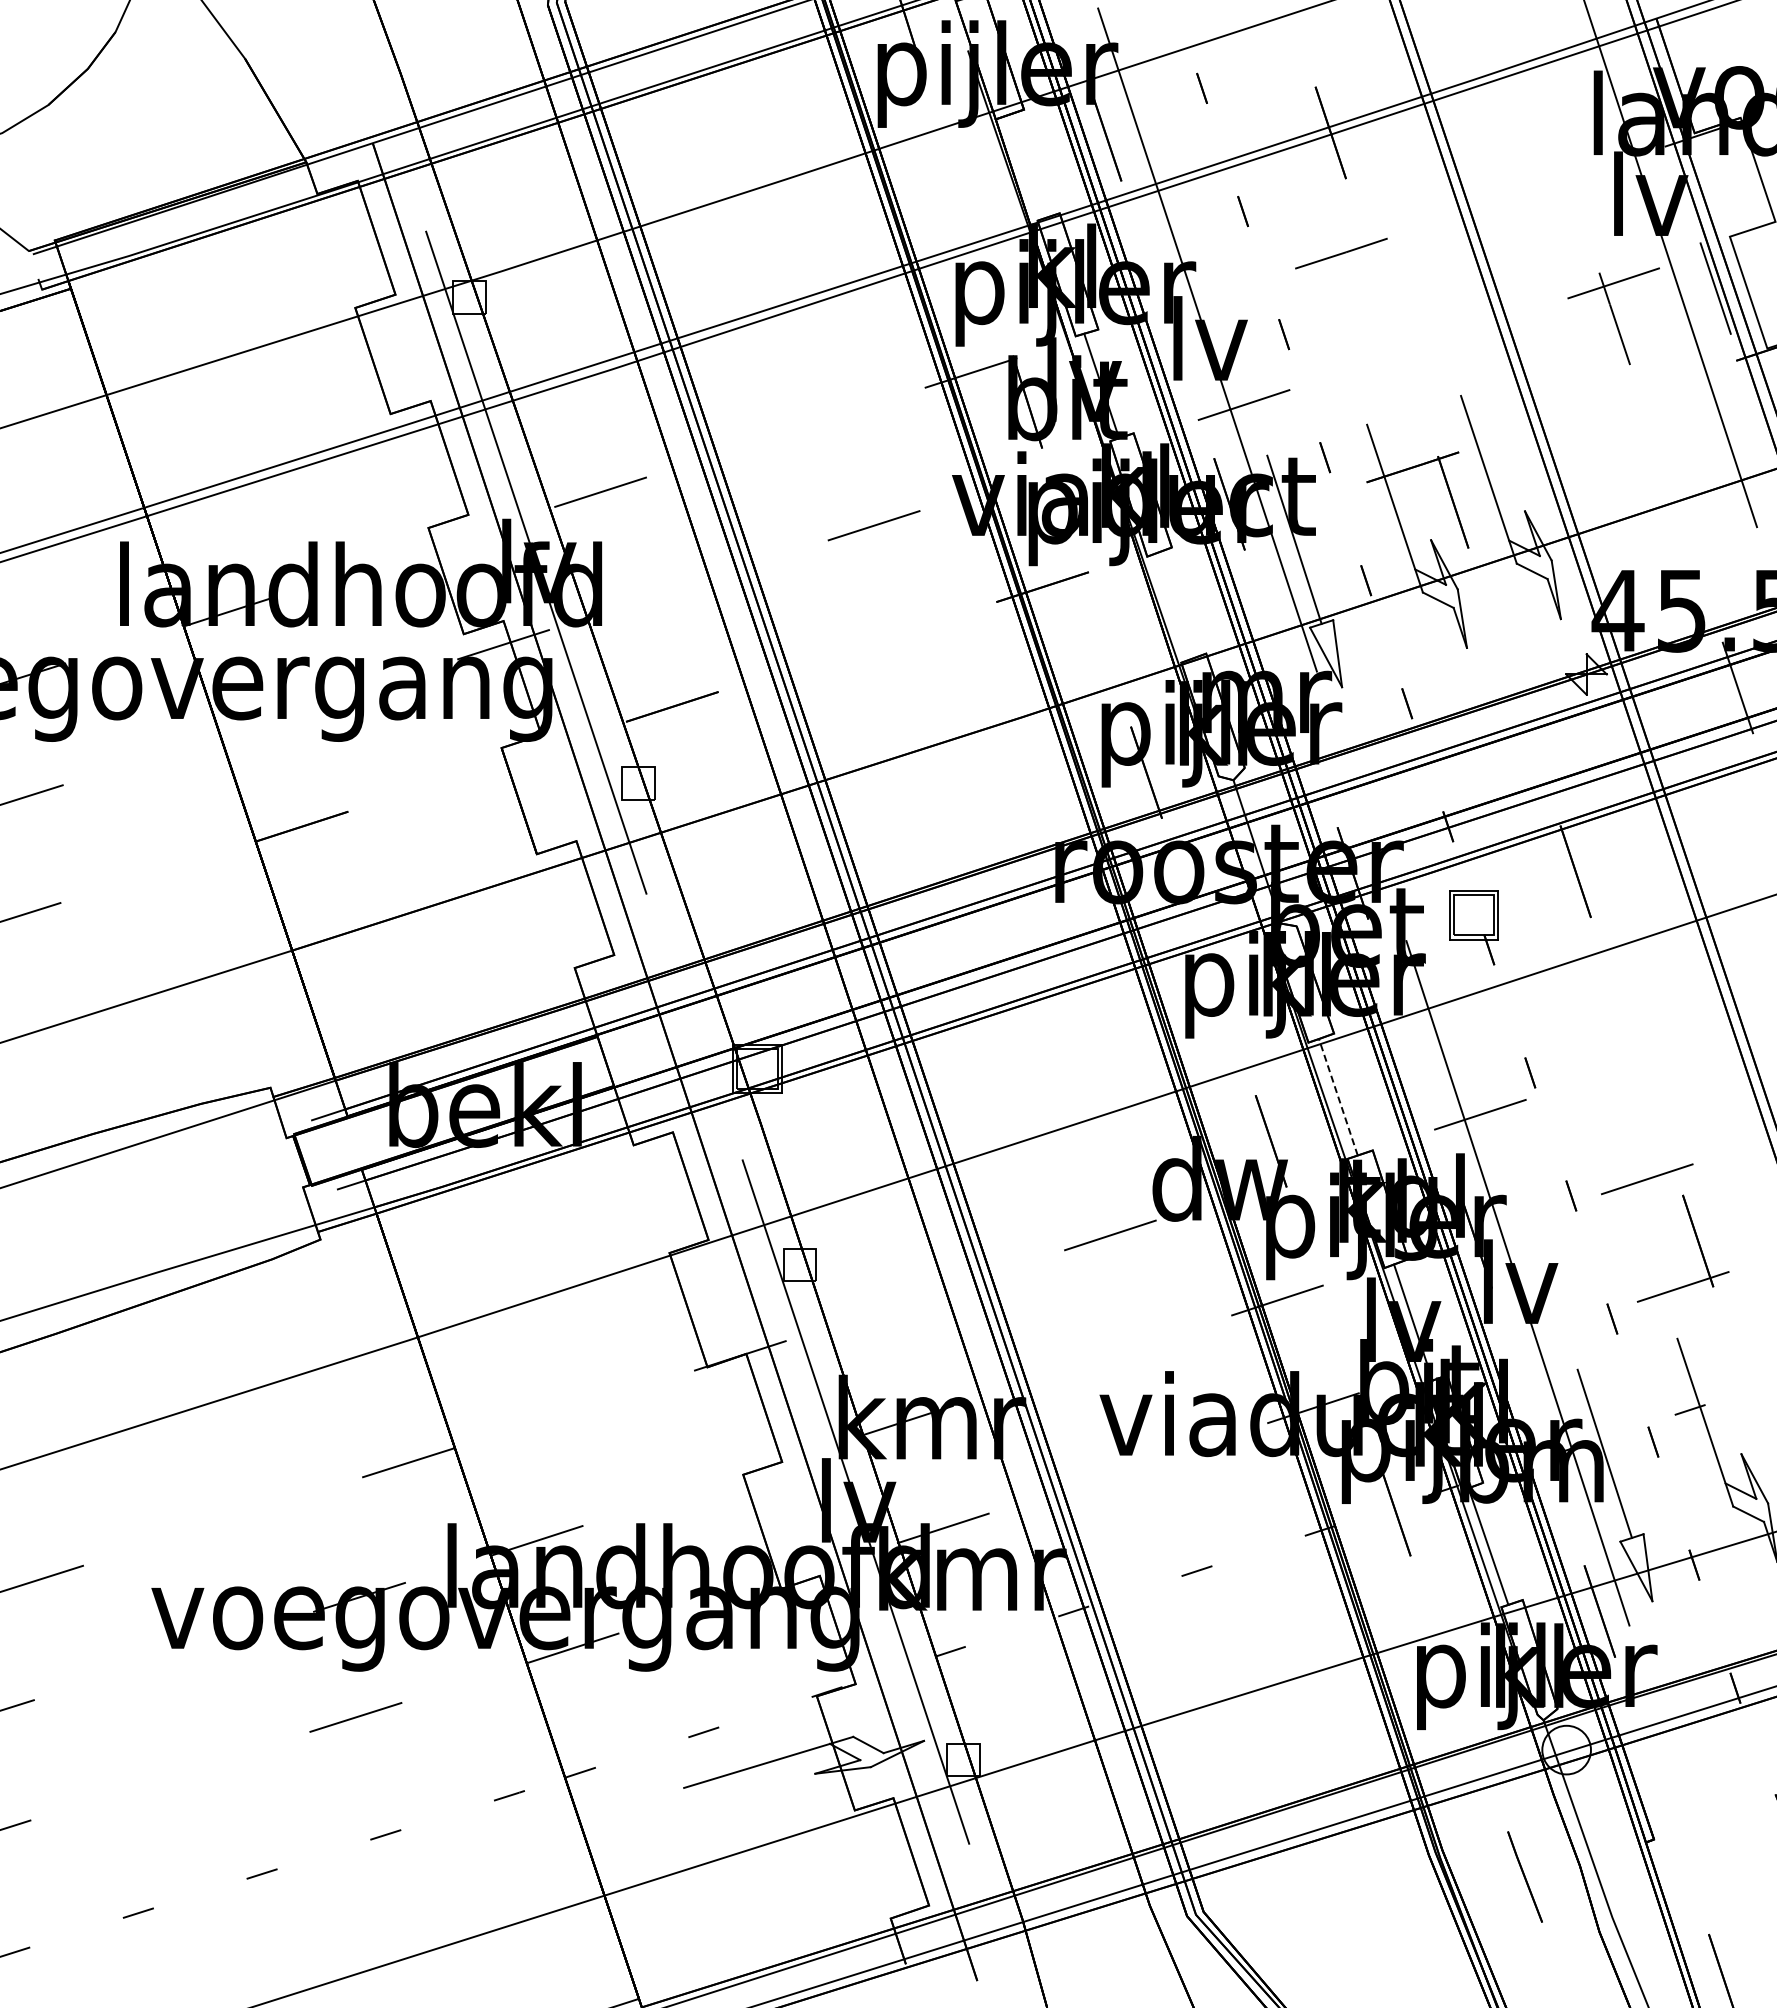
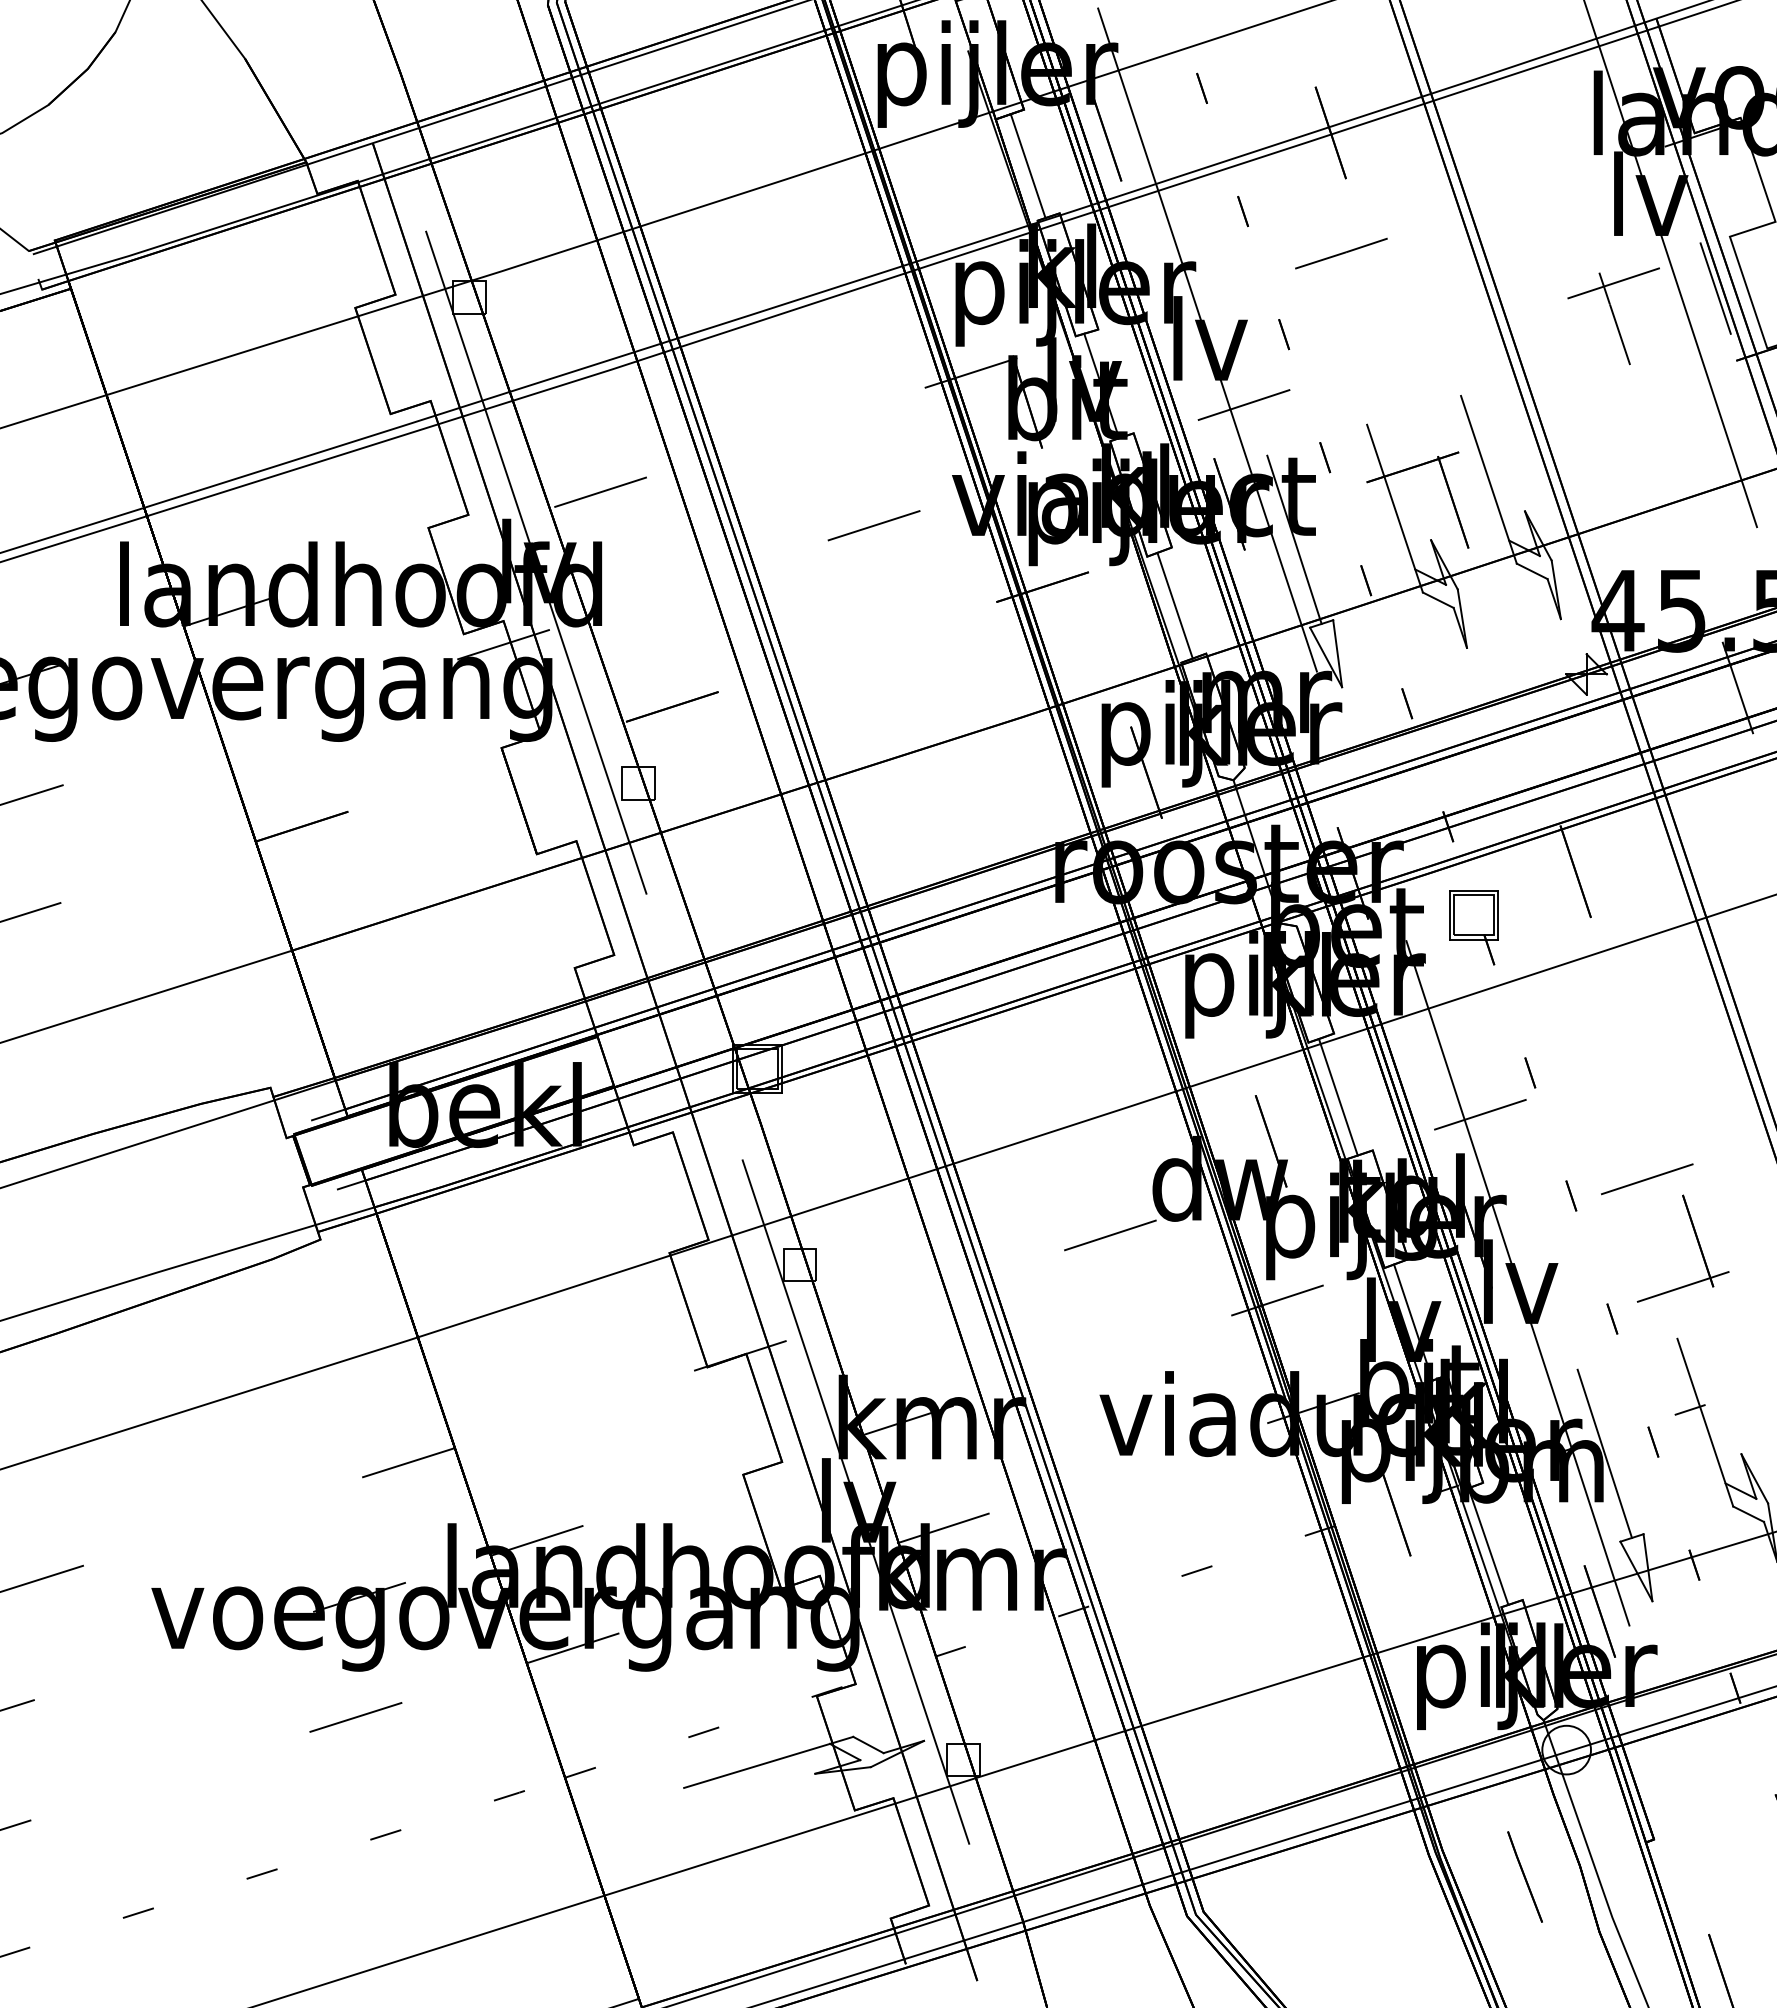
line at (1027, 166): none -> present
line at (1174, 605): none -> present
line at (1338, 1096): dashed -> solid
